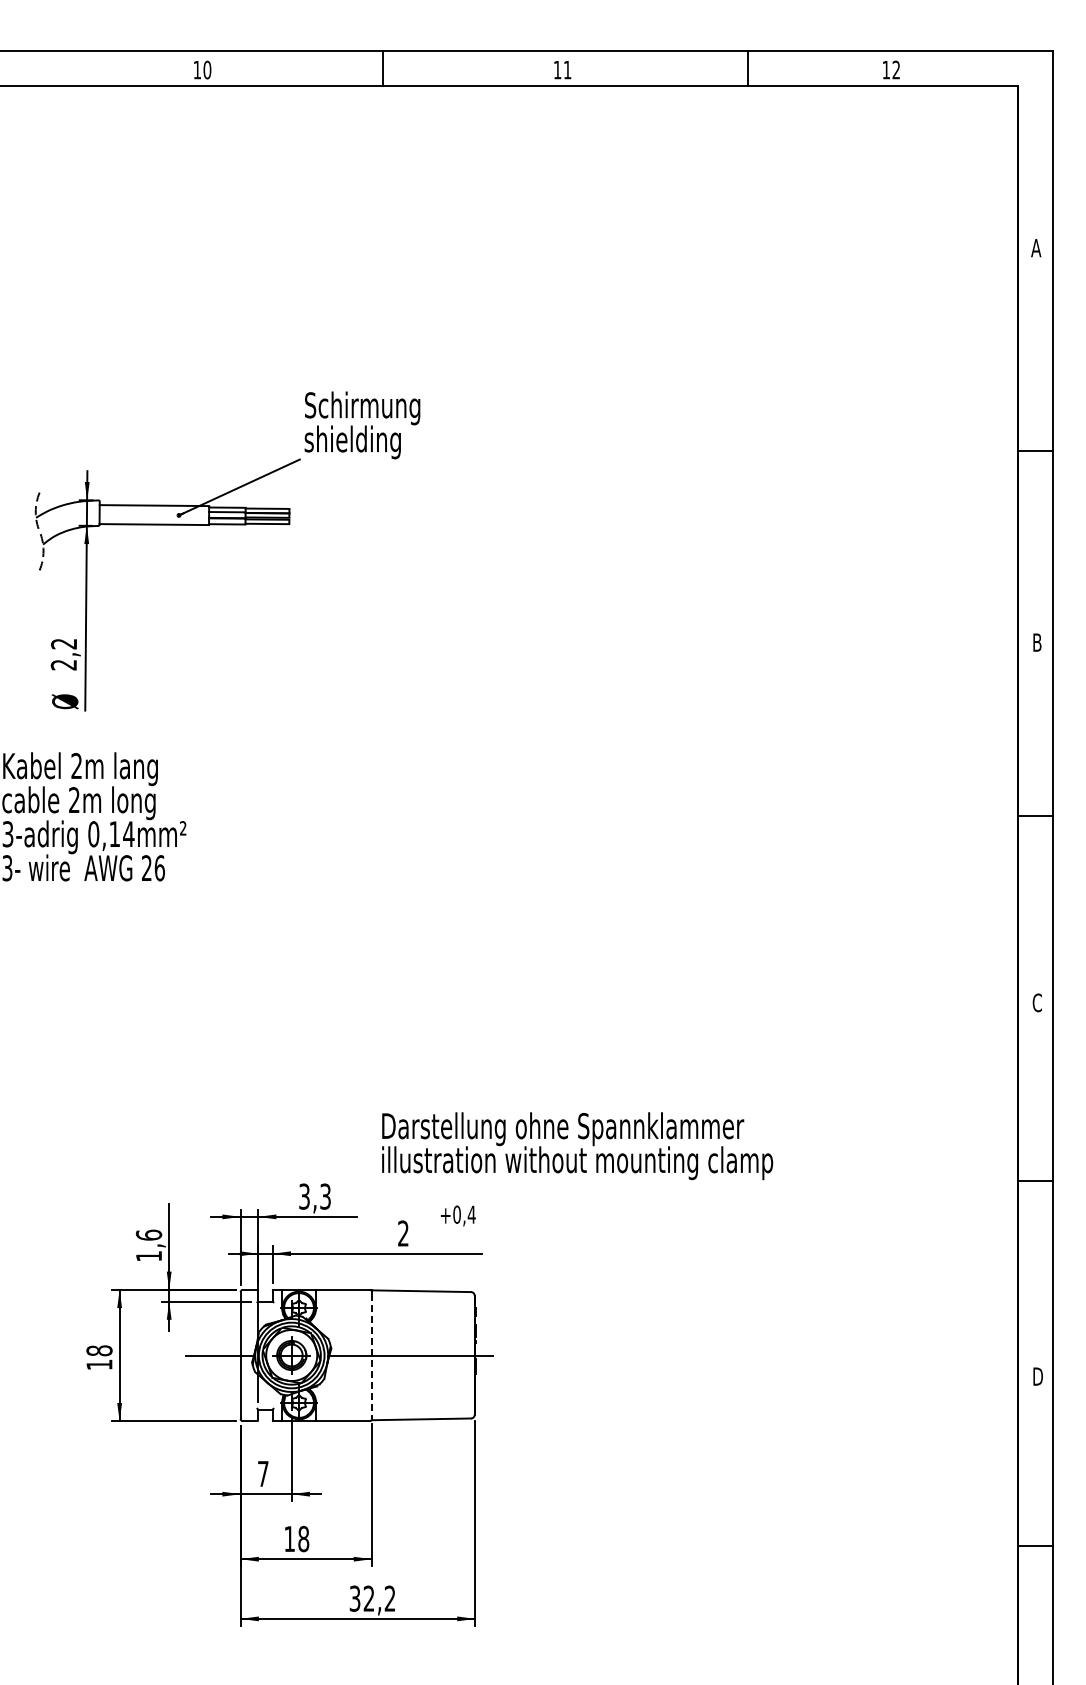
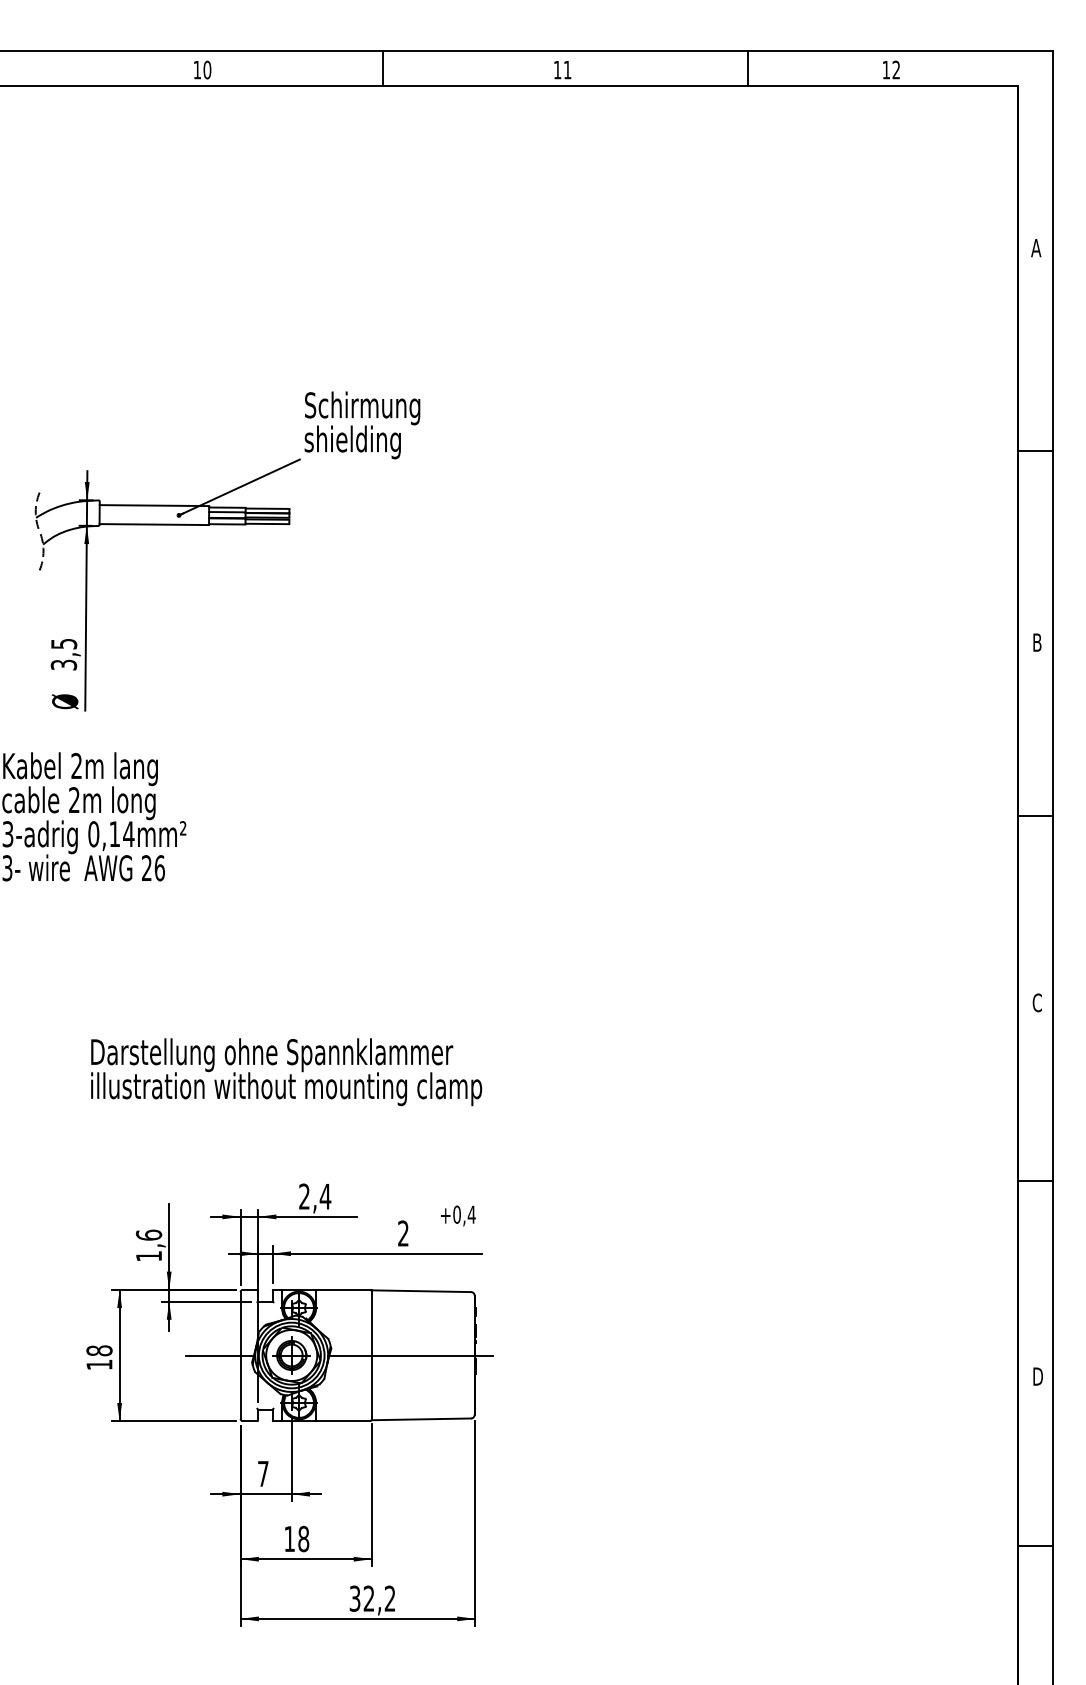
text at (64, 654): 2,2 -> 3,5
text at (577, 1146) position: (577, 1146) -> (286, 1072)
text at (315, 1196): 3,3 -> 2,4
line at (371, 1355): dashed -> solid
